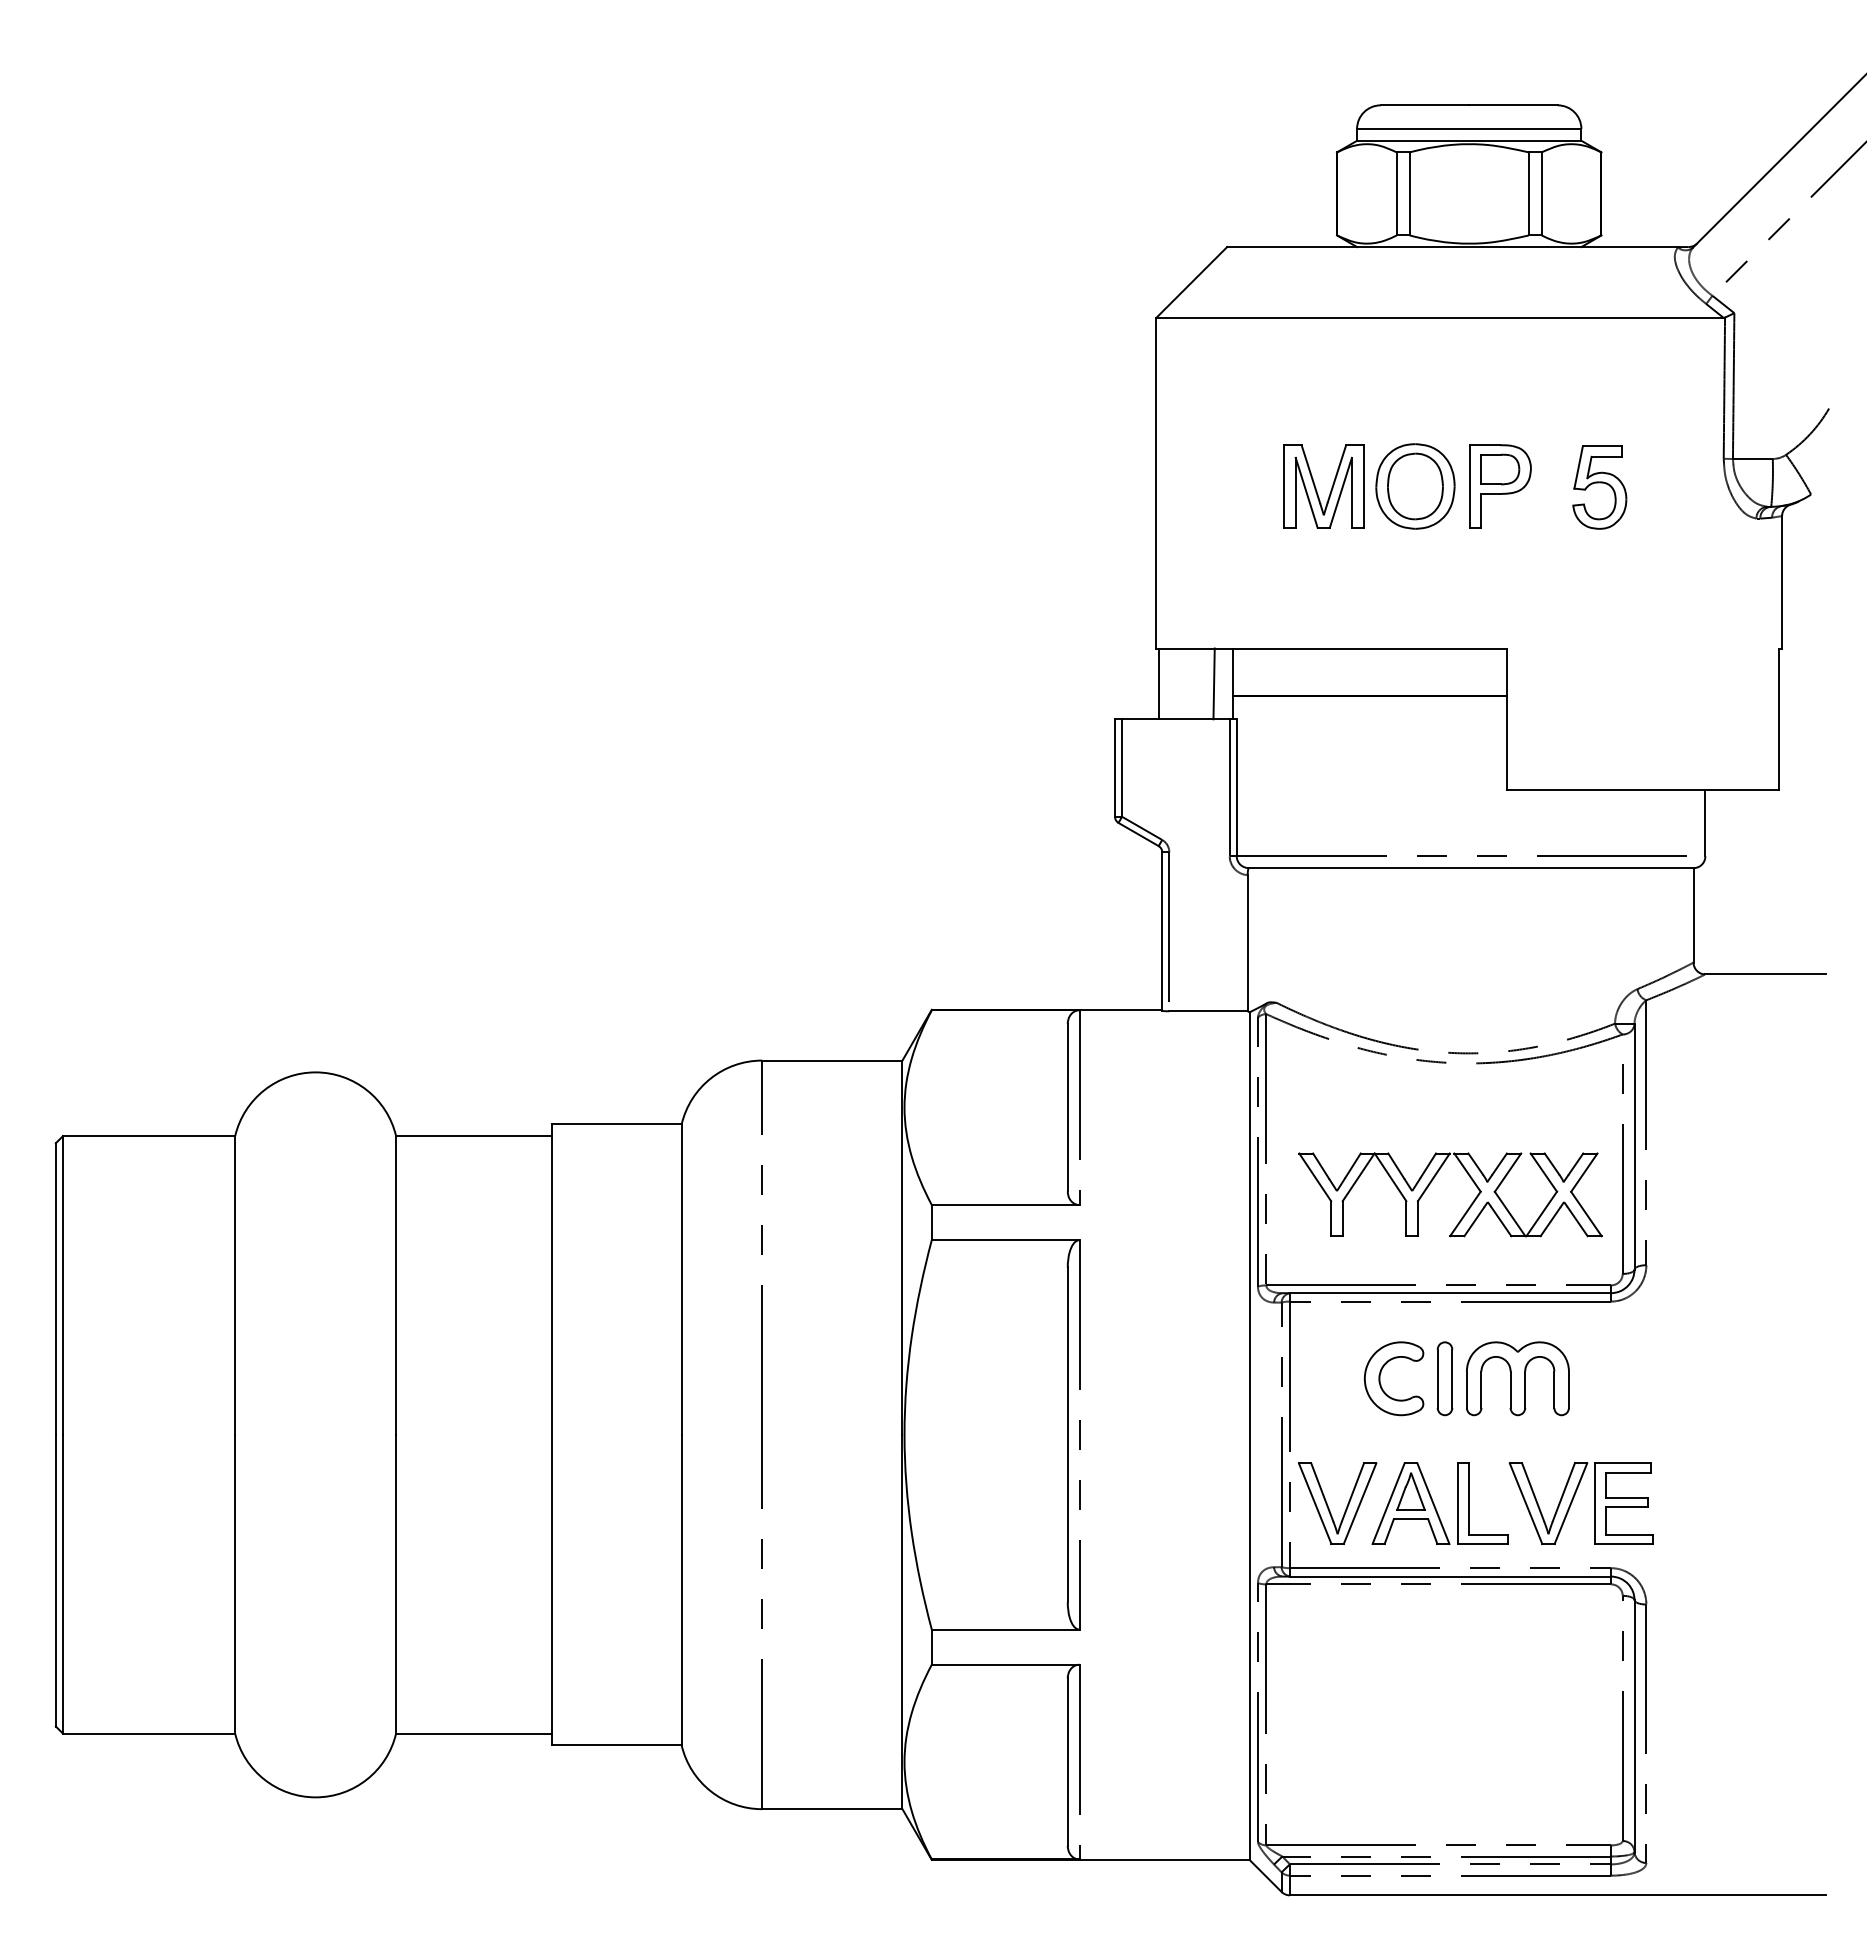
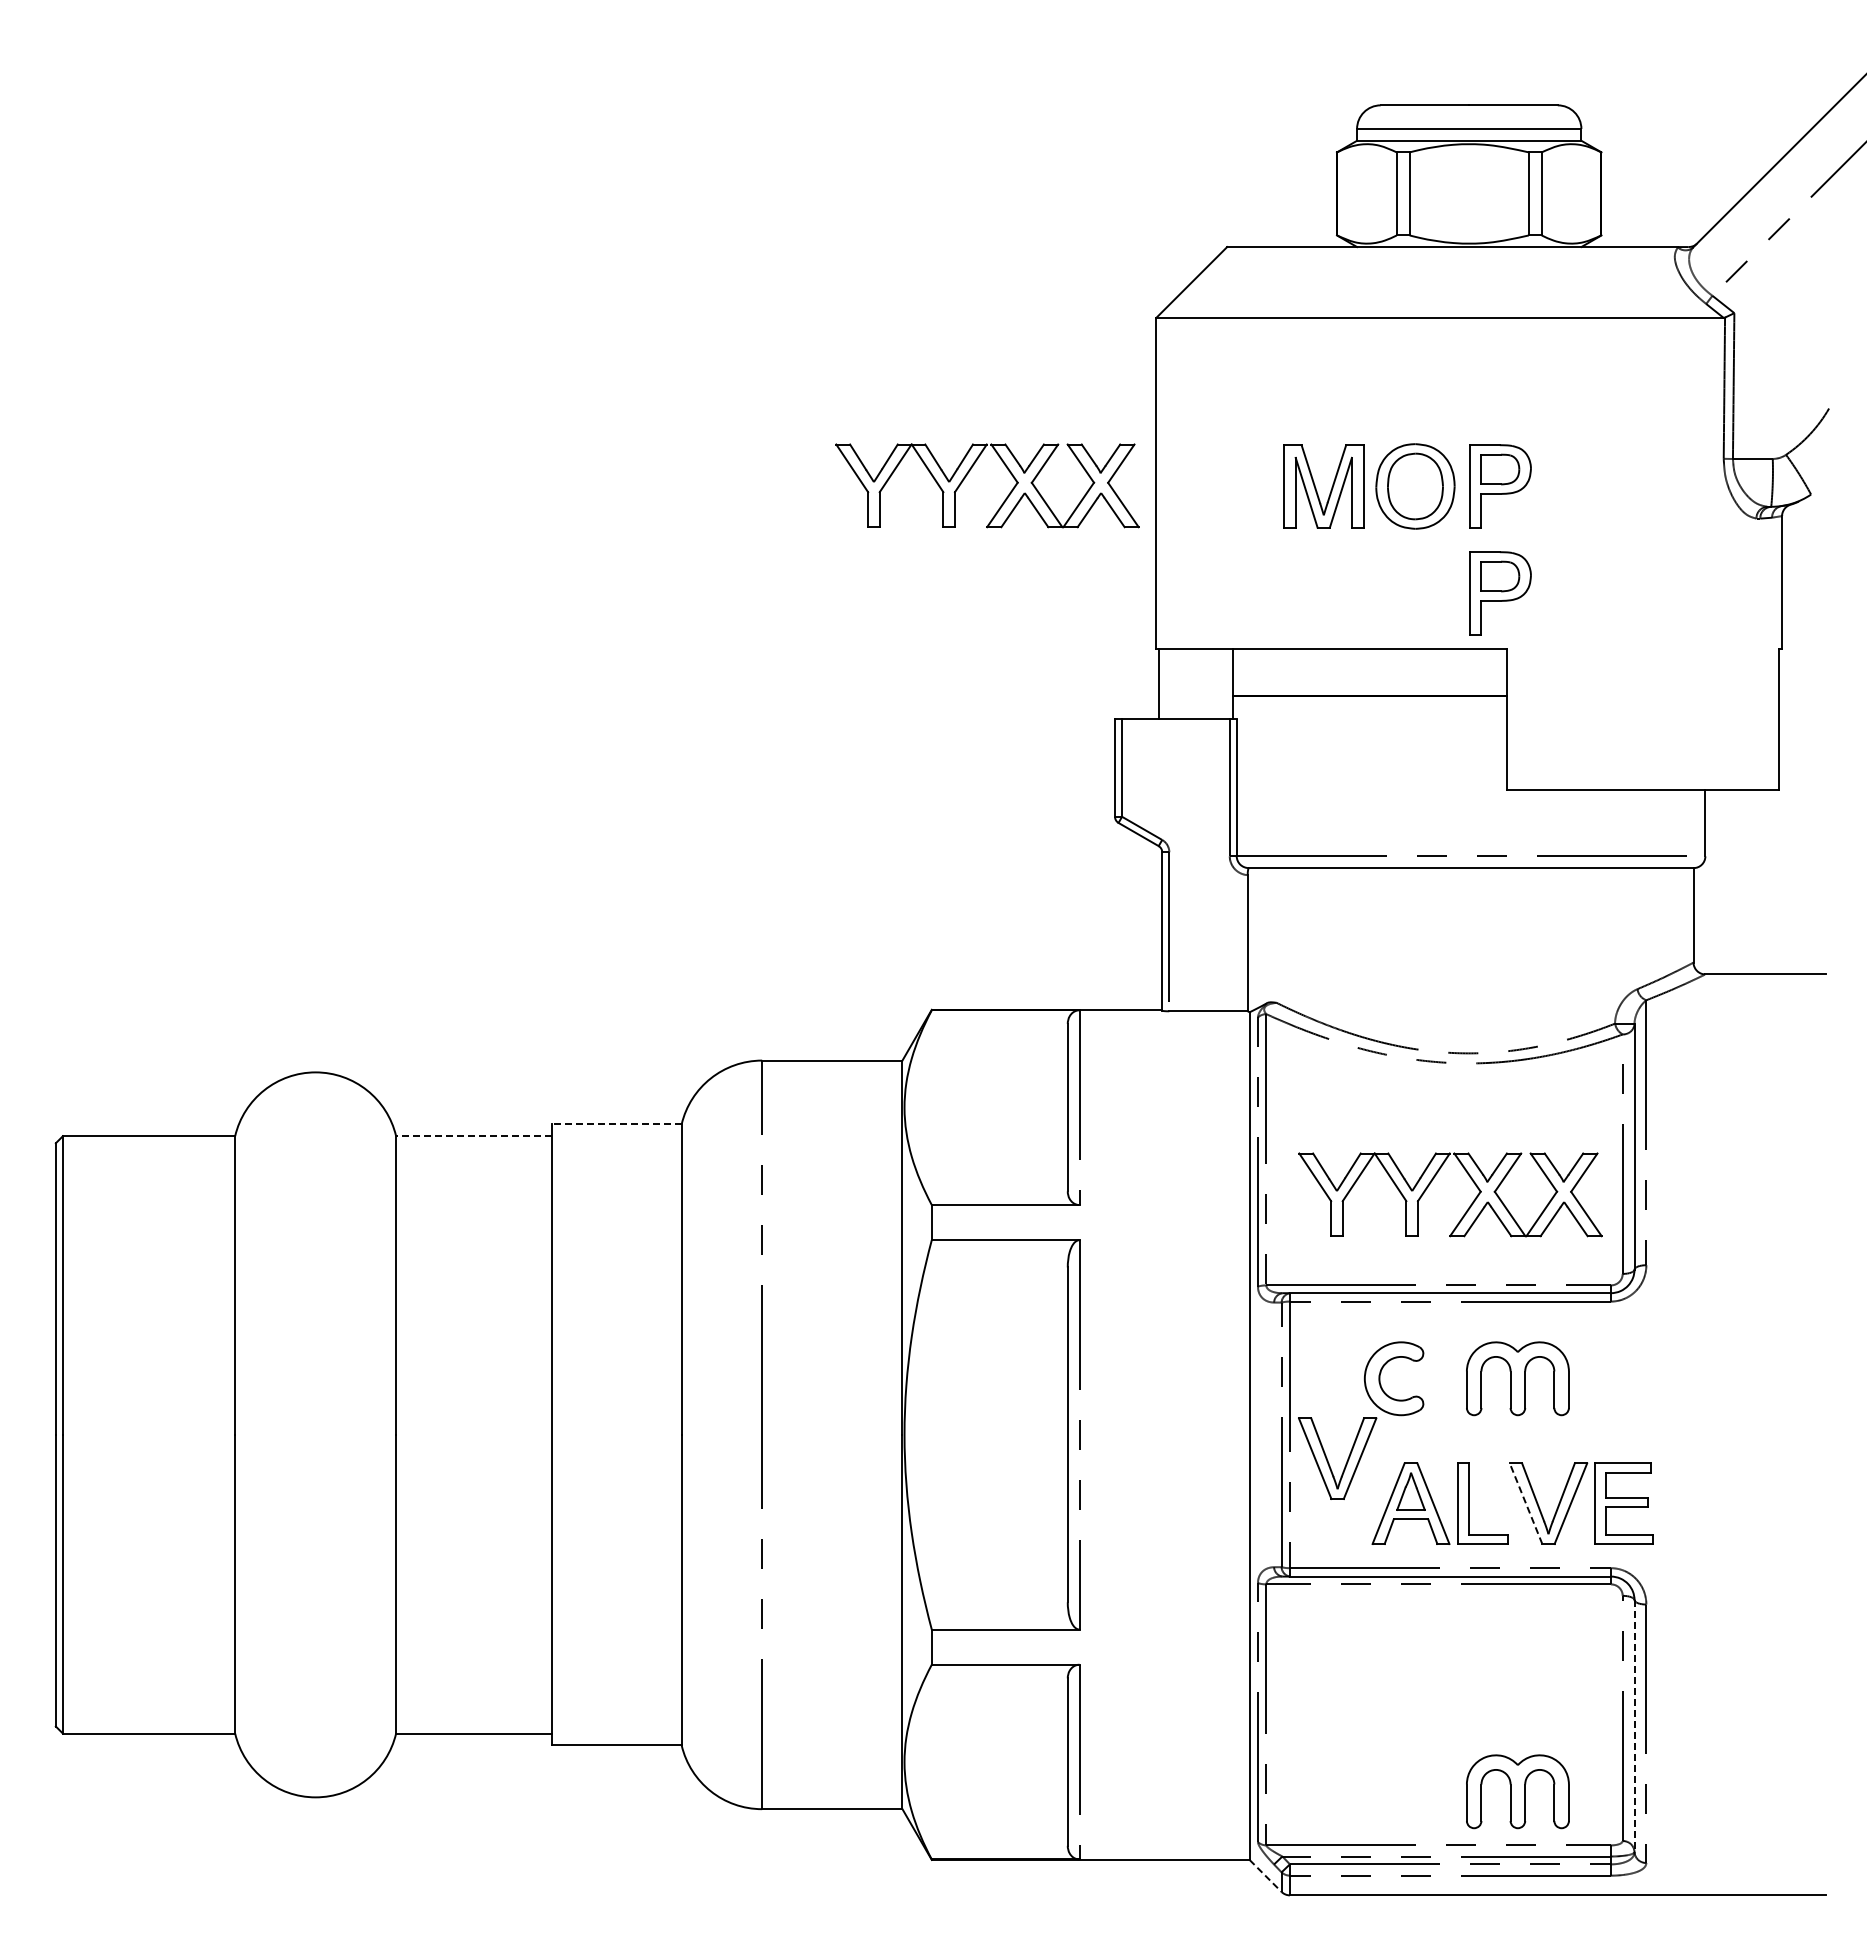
part at (969, 472): none -> present
part at (1599, 487): present -> none
part at (1500, 593): none -> present
line at (1213, 683): present -> none
line at (616, 1124): solid -> dashed
line at (473, 1136): solid -> dashed
part at (1444, 1378): present -> none
line at (1525, 1503): solid -> dashed
part at (1328, 1505) position: (1328, 1505) -> (1328, 1460)
line at (1634, 1726): solid -> dashed
part at (1517, 1791): none -> present
line at (1265, 1875): solid -> dashed
